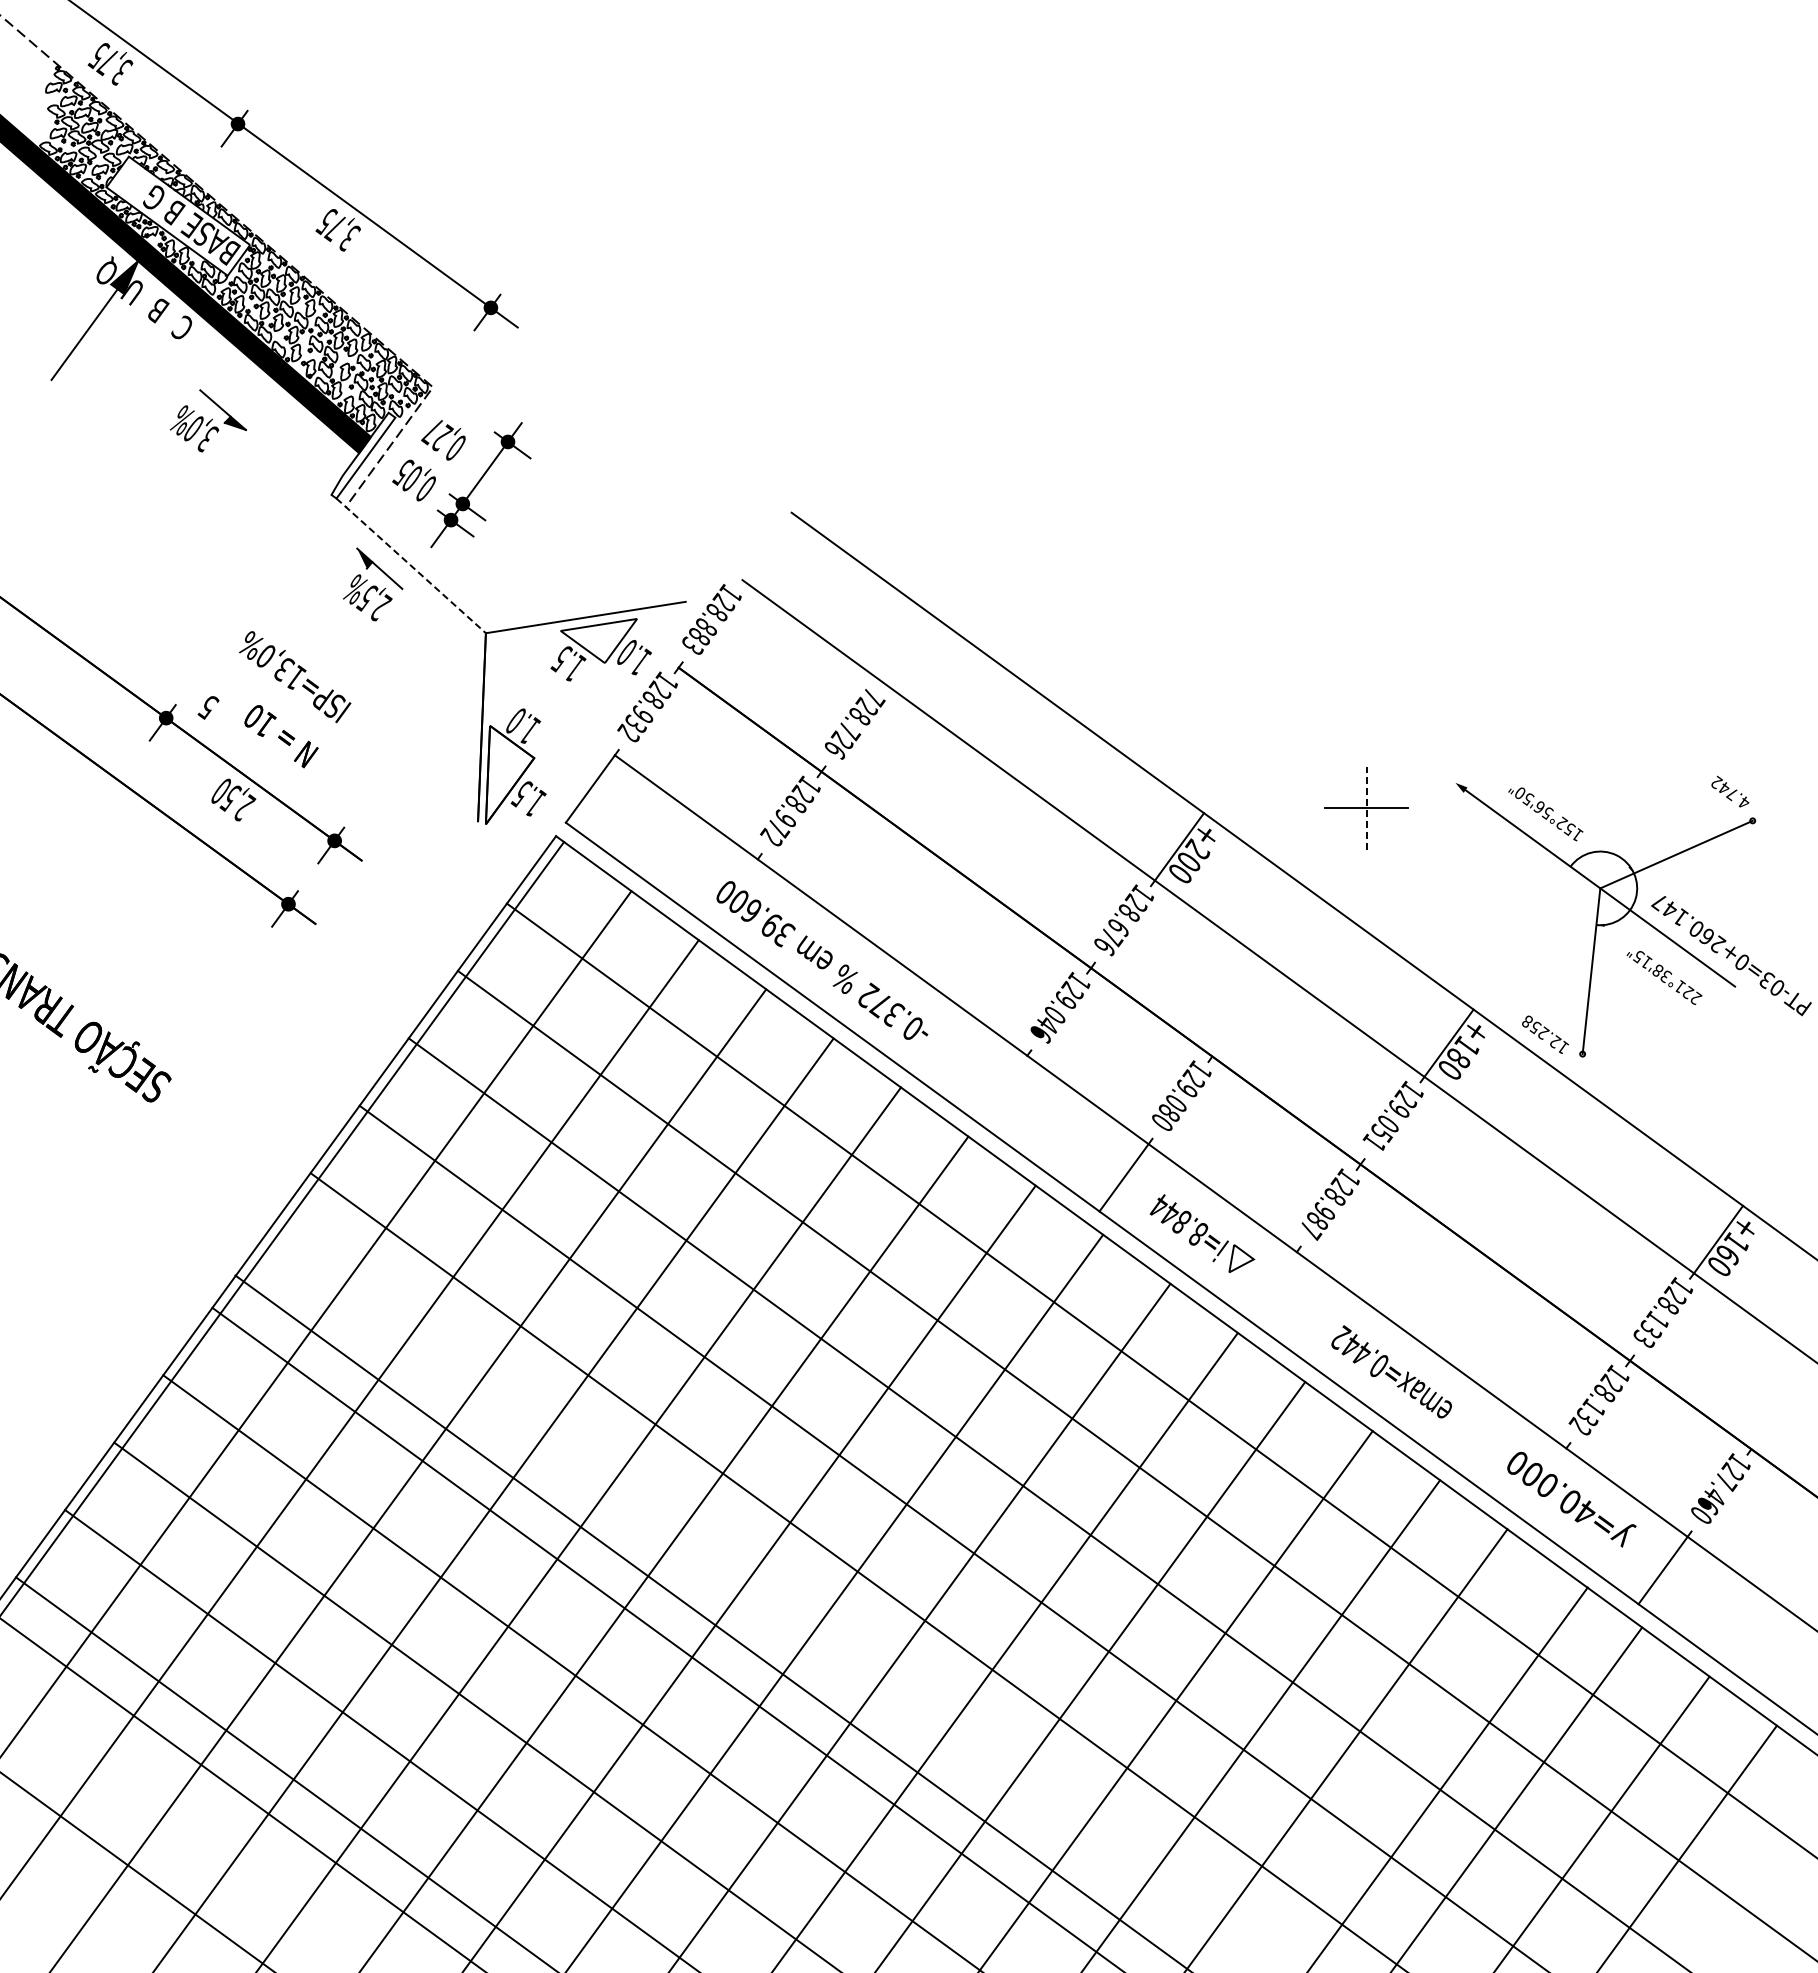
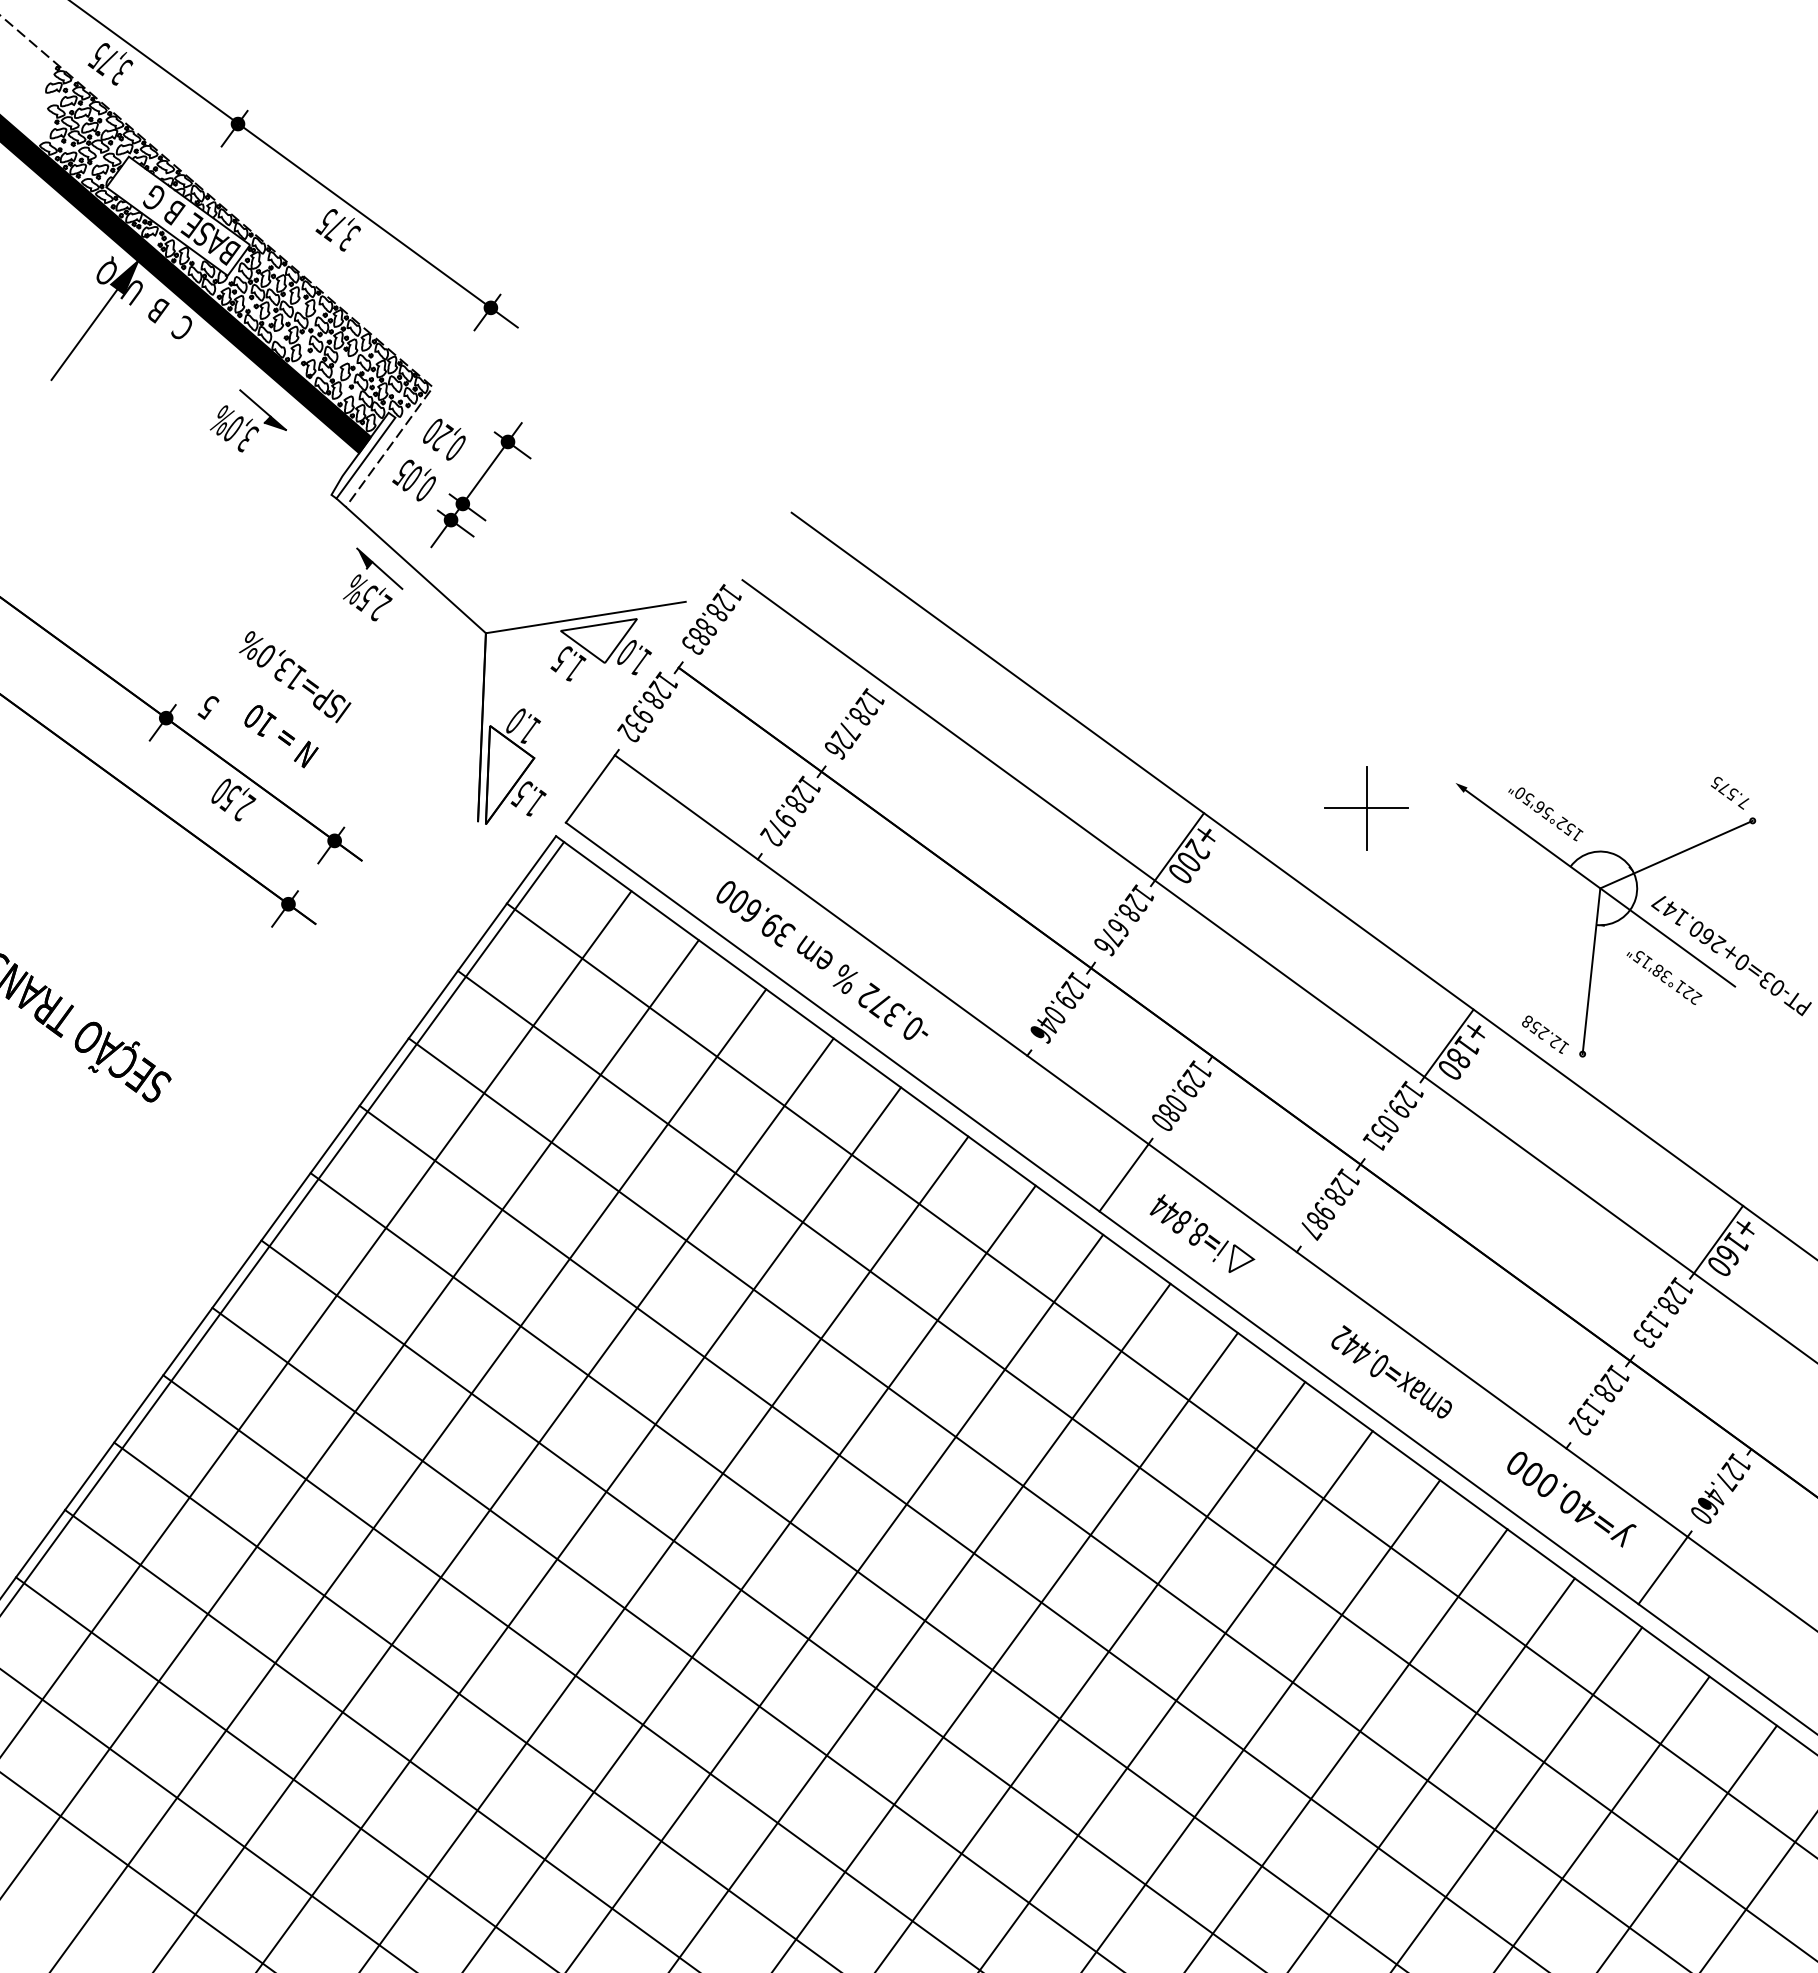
part at (207, 420) position: (207, 420) -> (247, 420)
text at (431, 431): 0,27 -> 0,20
line at (411, 565): dashed -> solid
text at (873, 697): 728.726 -> 128.726
text at (1730, 792): 4.742 -> 7.575
line at (1366, 808): dashed -> solid
line at (711, 1622) position: (711, 1622) -> (761, 1604)
line at (1448, 1778) position: (1448, 1778) -> (1431, 1773)
line at (242, 1794) position: (242, 1794) -> (207, 1819)
line at (1758, 1892): none -> present
